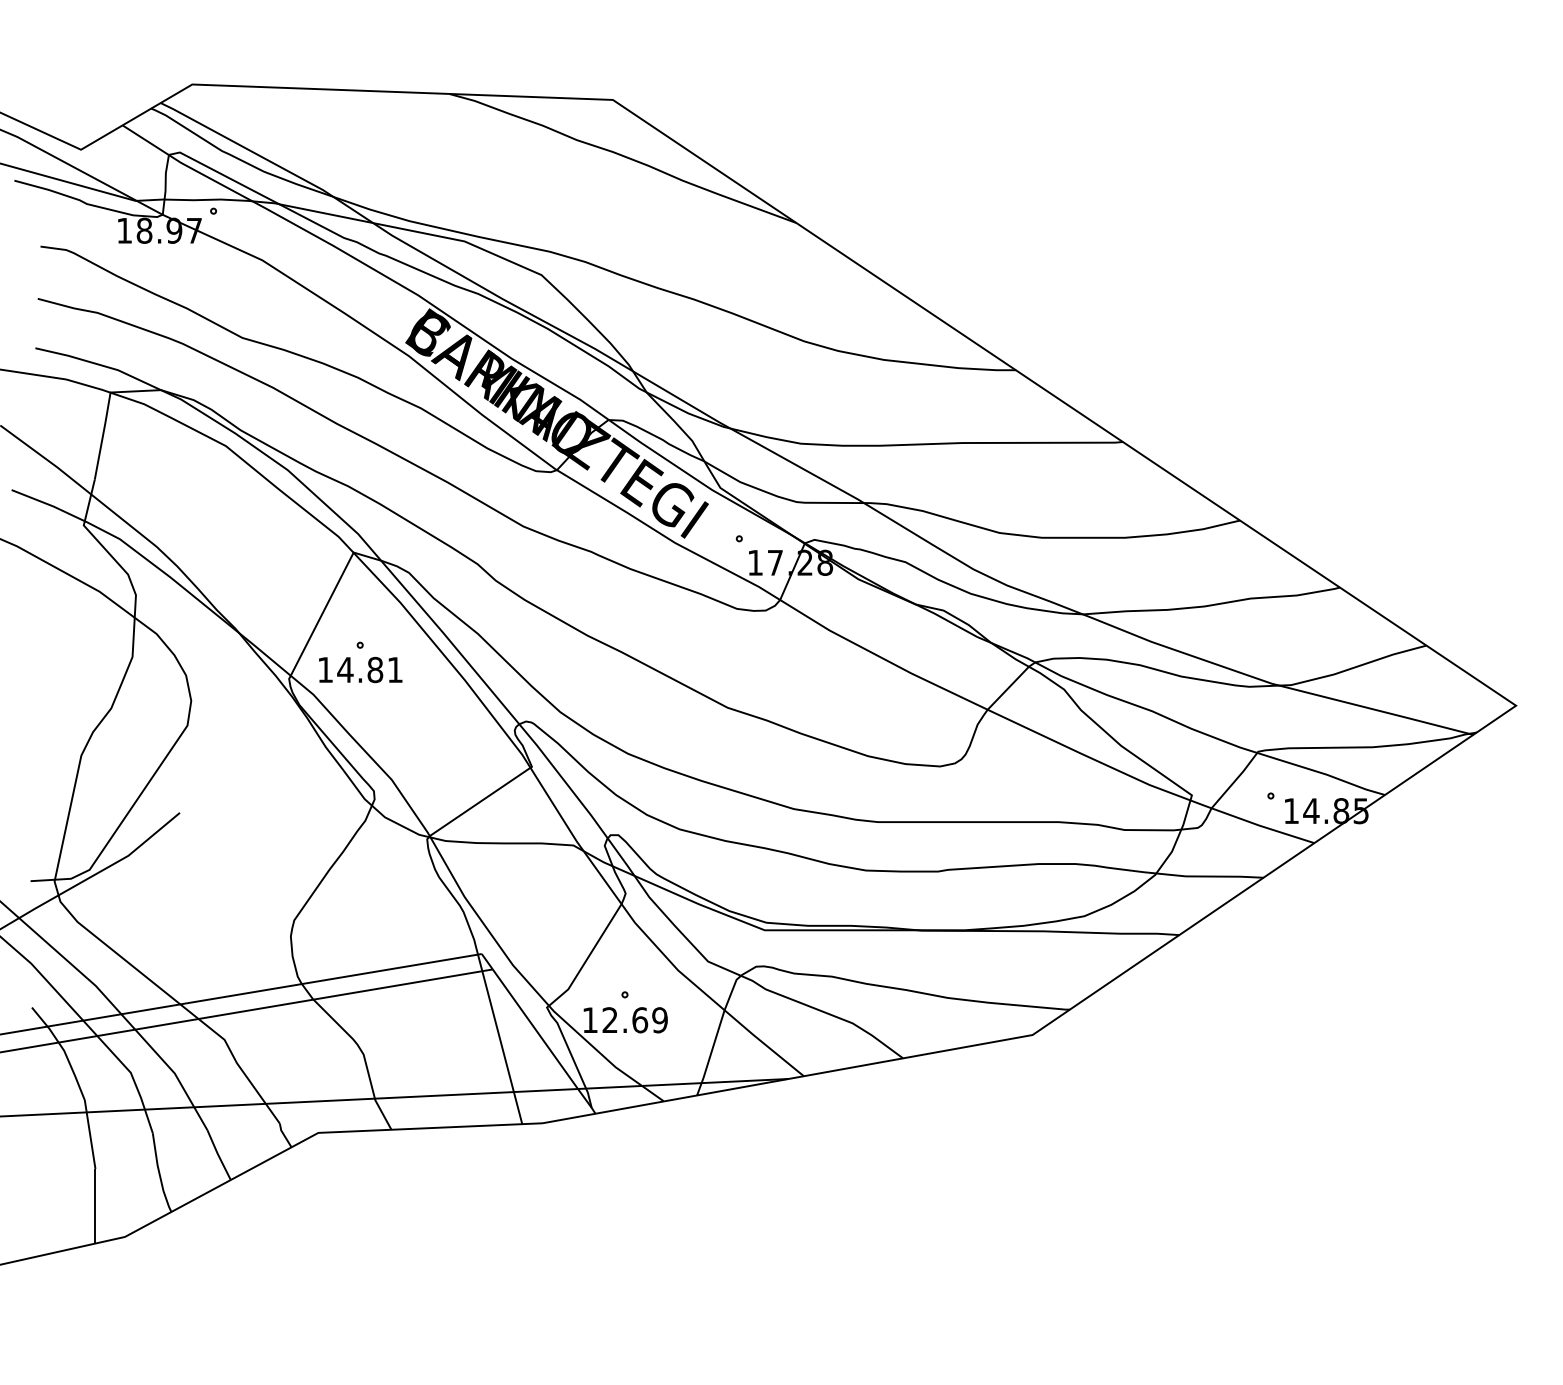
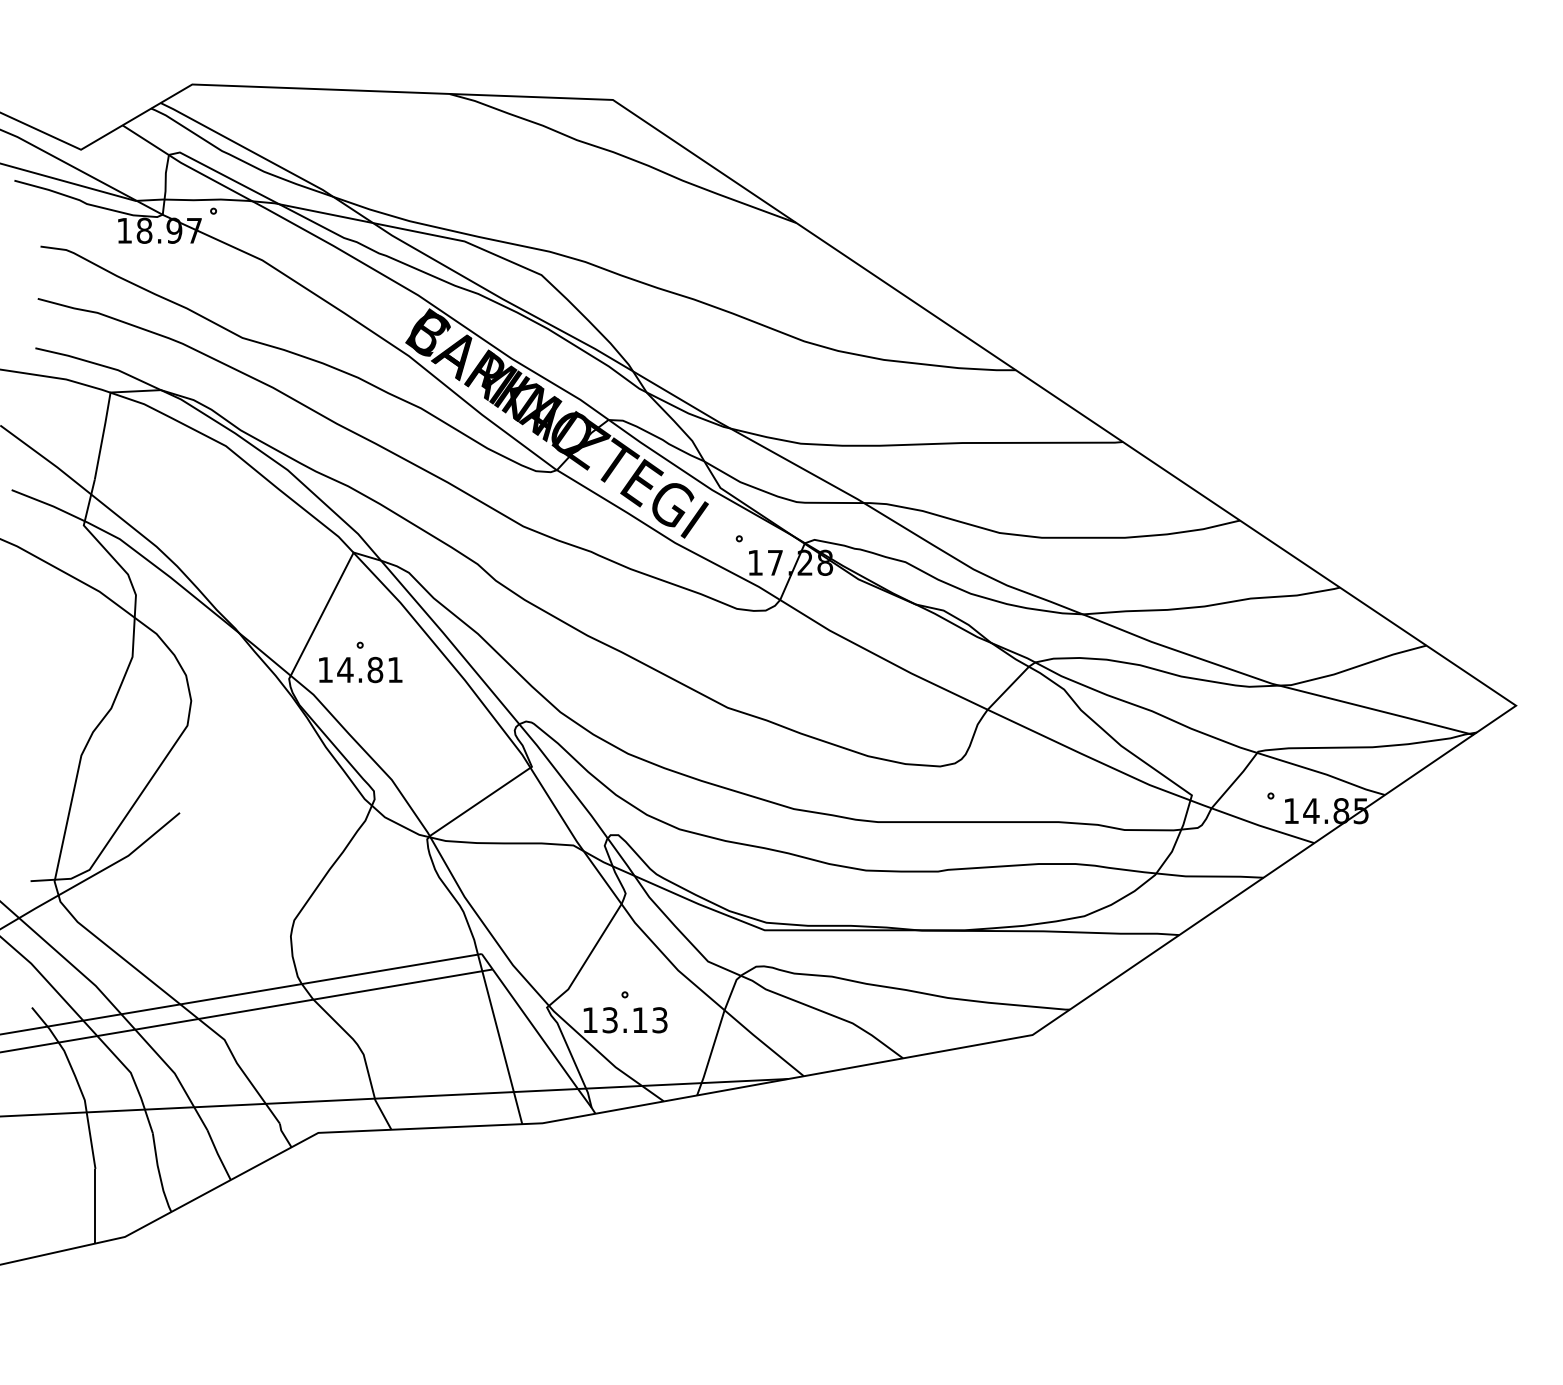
text at (634, 1020): 12.69 -> 13.13
